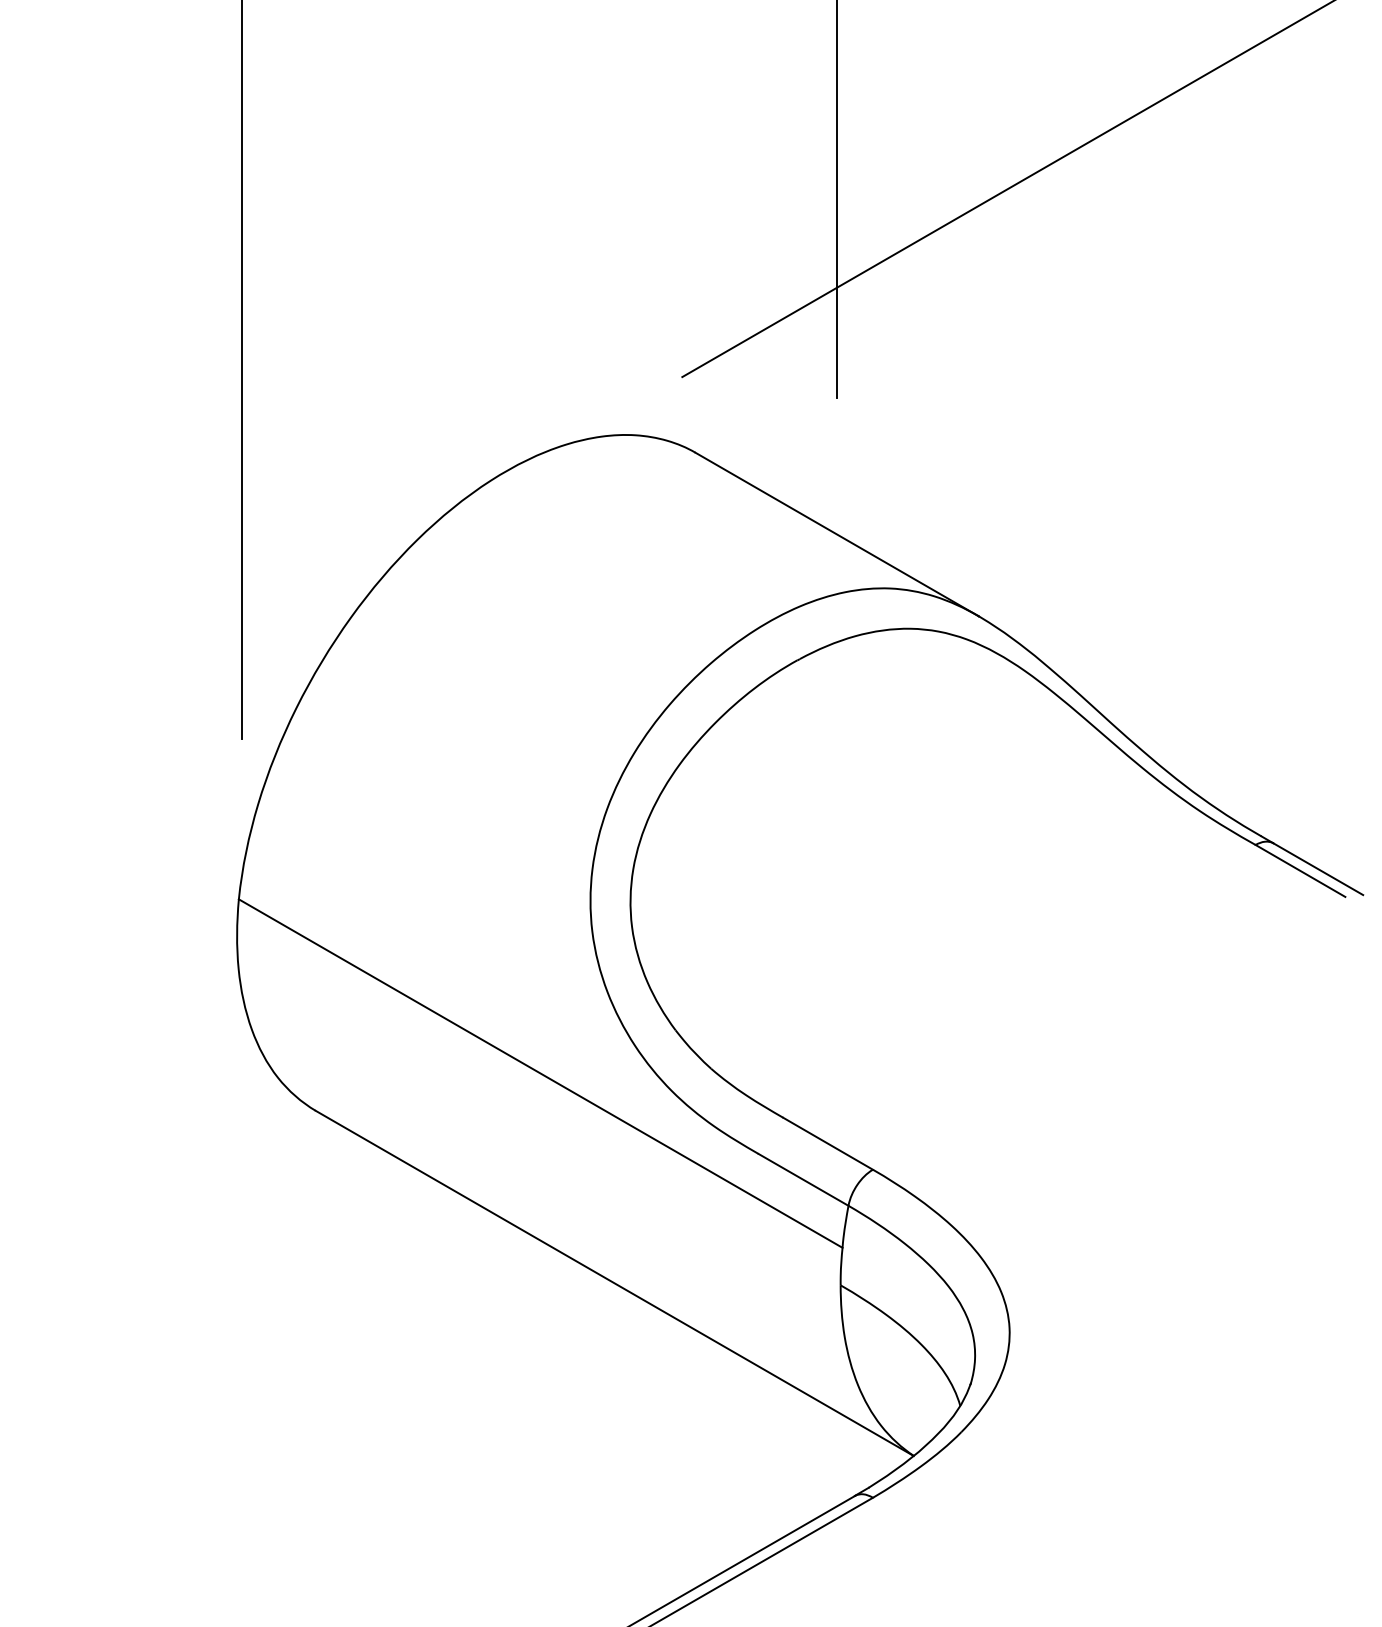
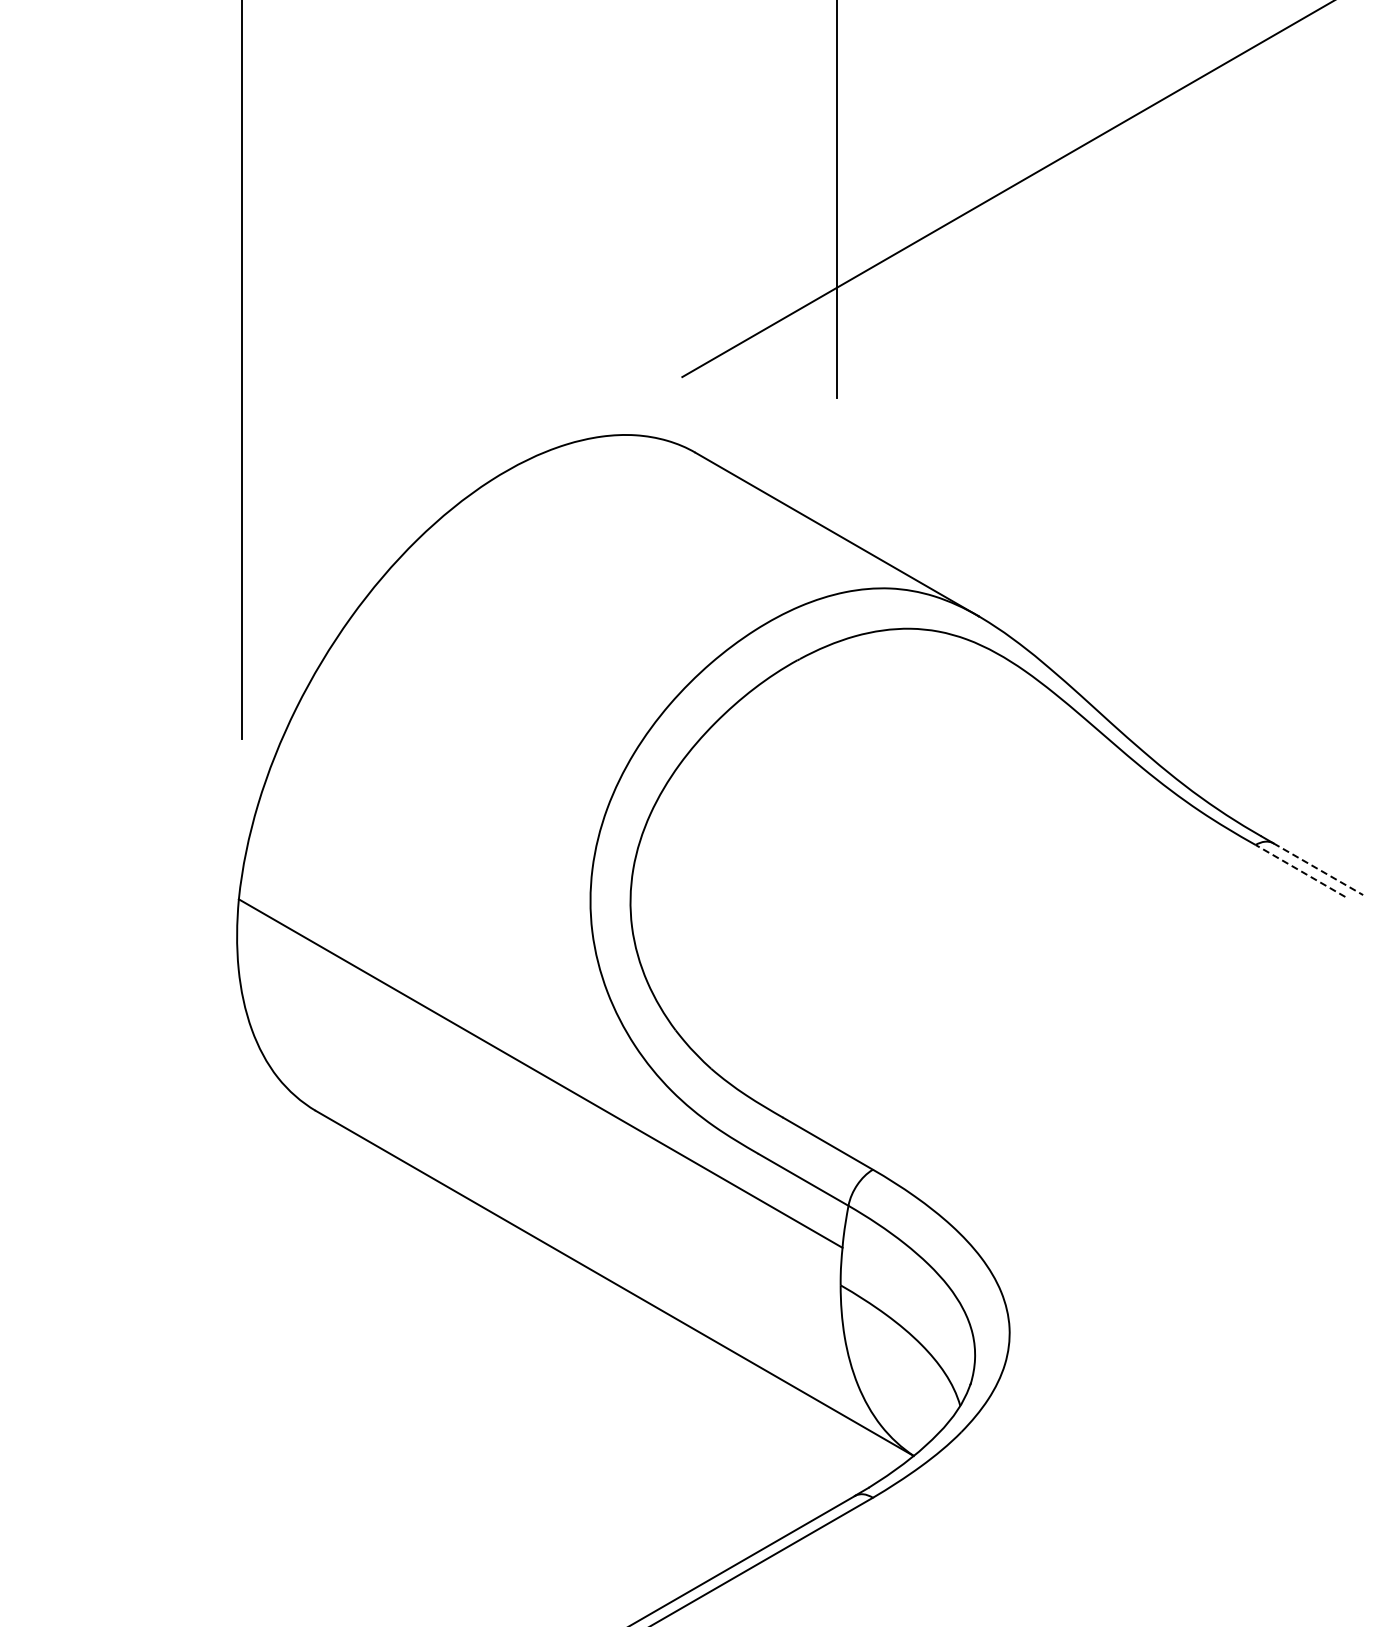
line at (1318, 869): solid -> dashed
line at (1300, 870): solid -> dashed
